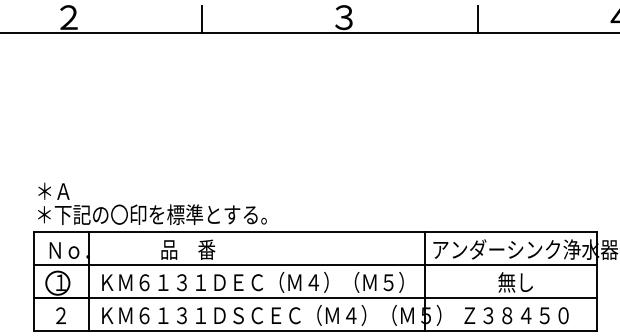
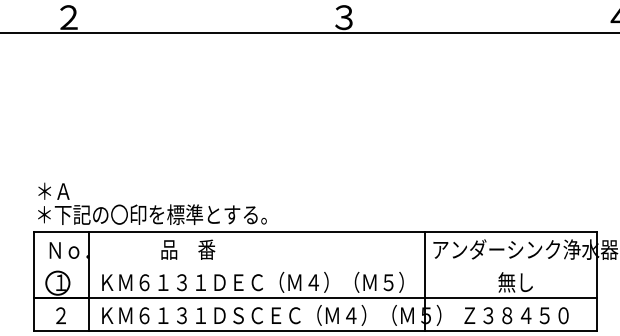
line at (202, 19): present -> none
line at (477, 19): present -> none
line at (315, 264): present -> none
